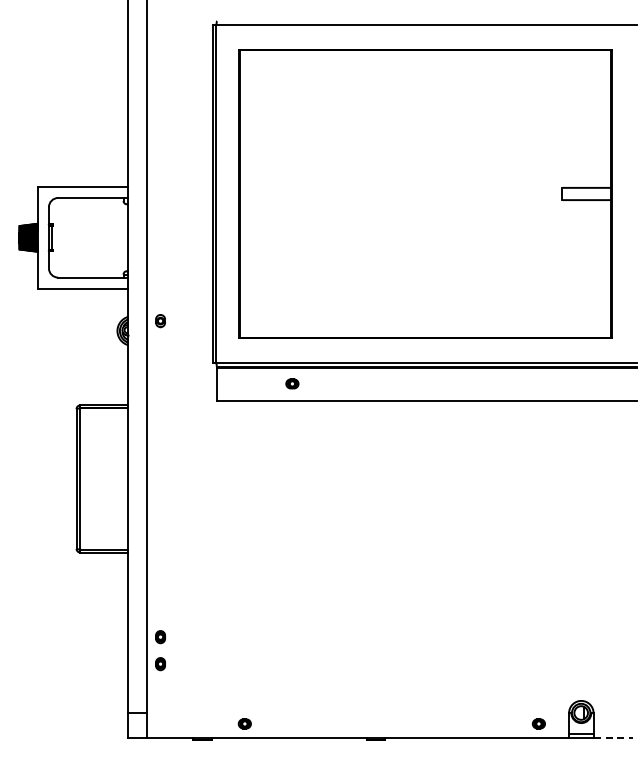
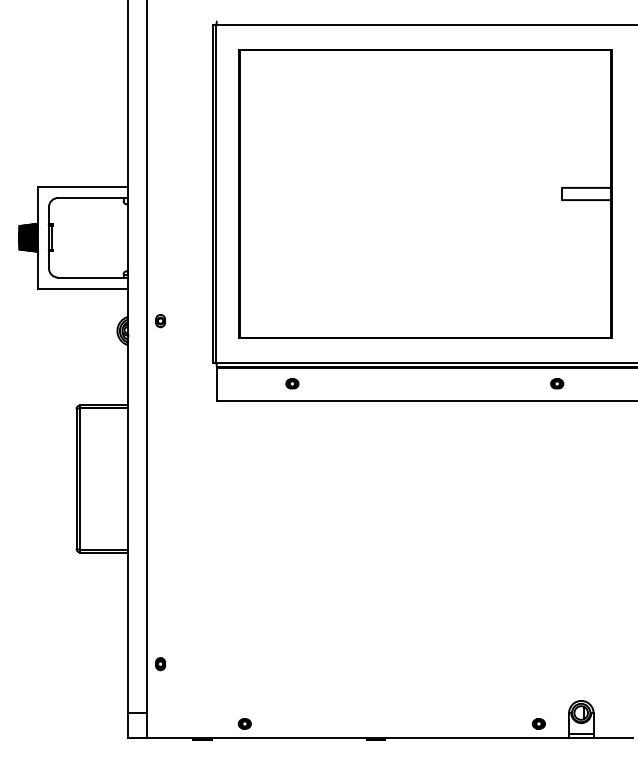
part at (557, 383): none -> present
part at (160, 637): present -> none
line at (613, 737): dashed -> solid
